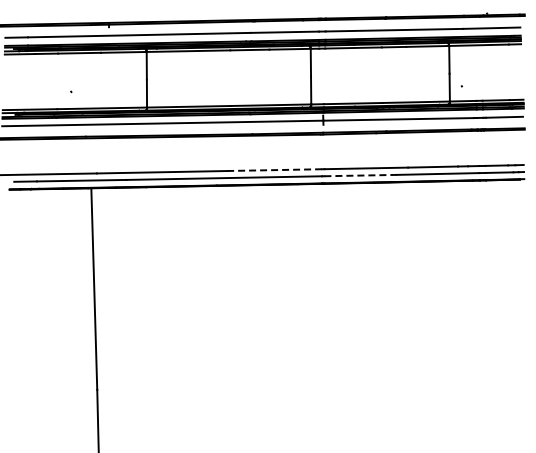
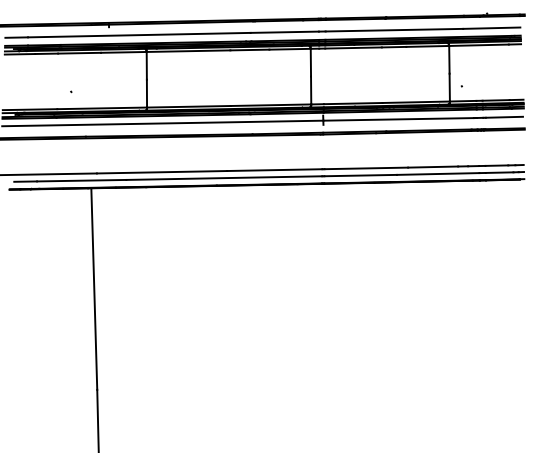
line at (274, 170): dashed -> solid
line at (361, 175): dashed -> solid
